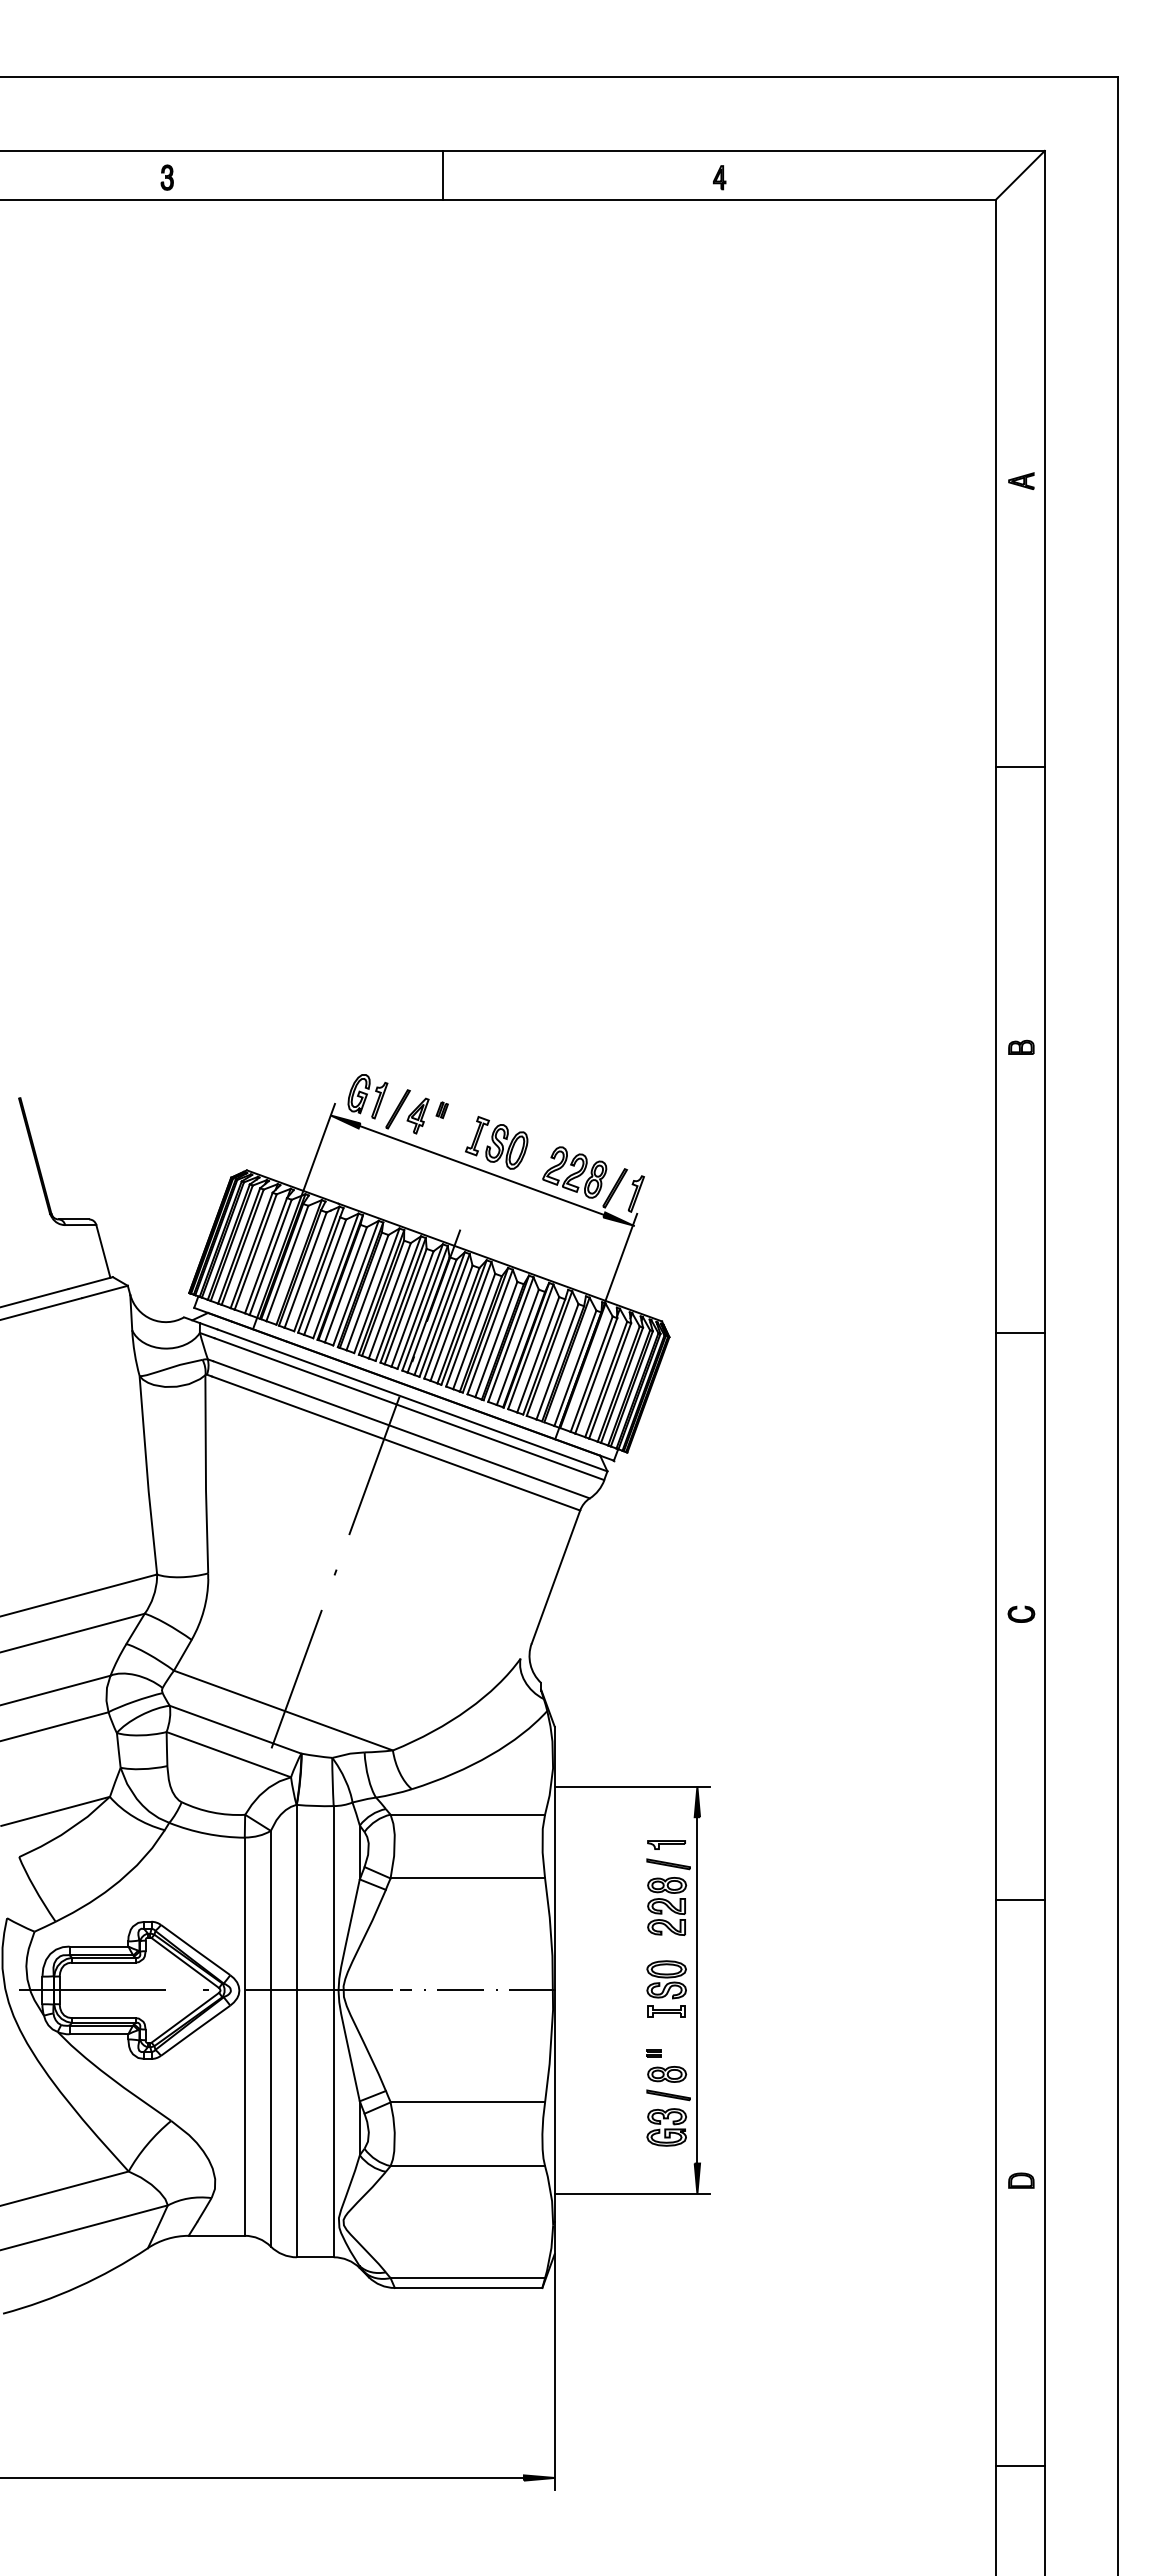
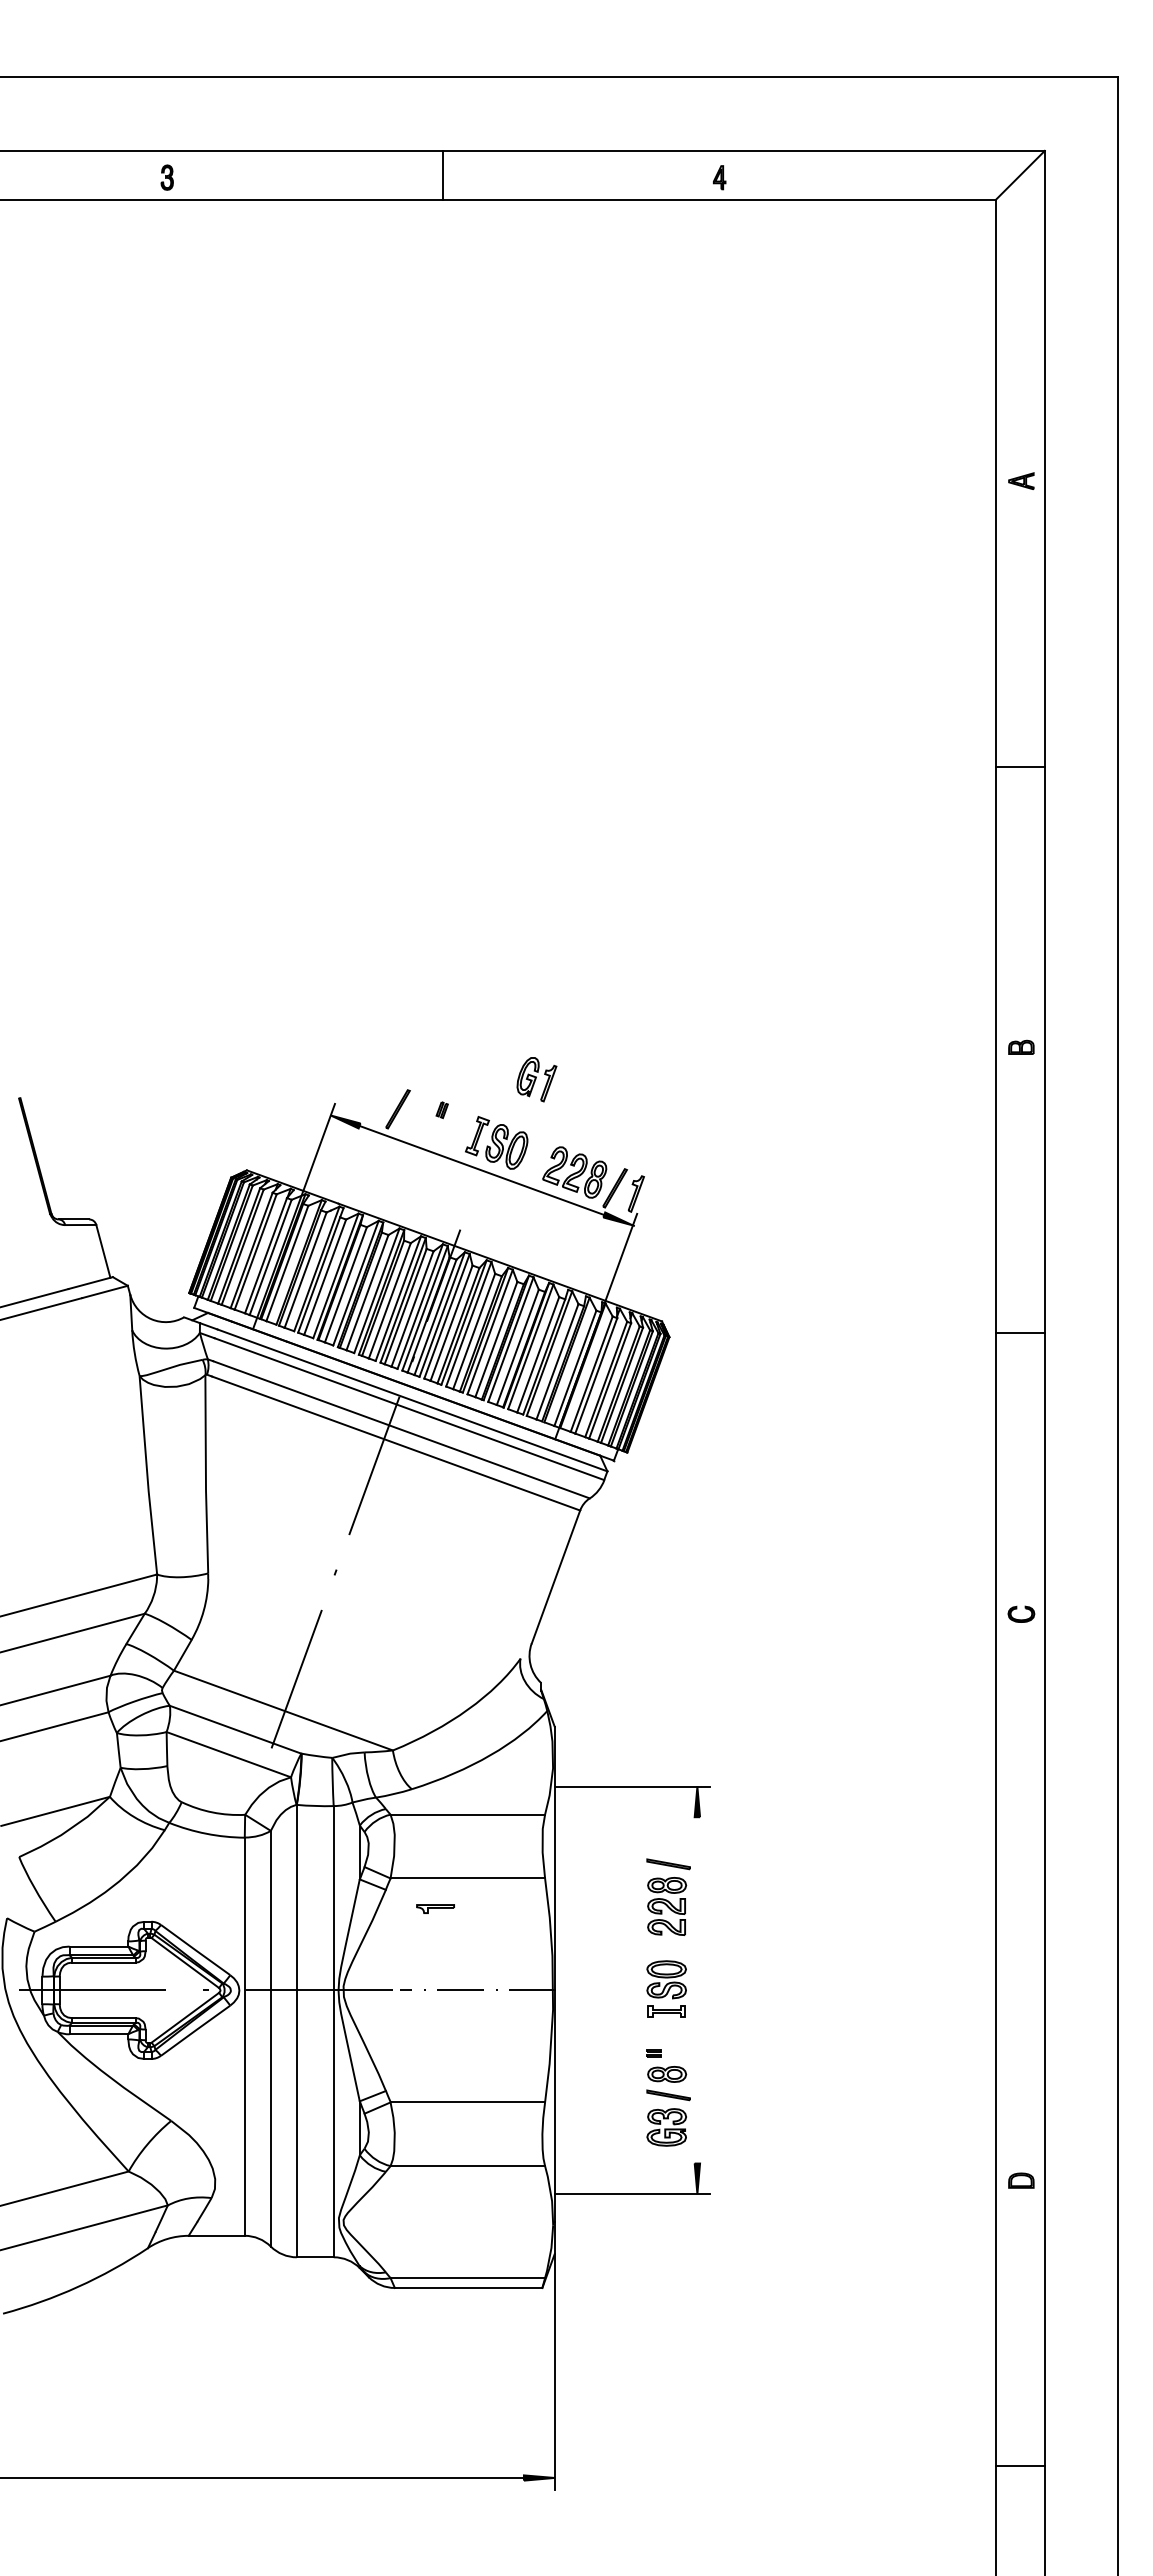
part at (367, 1096) position: (367, 1096) -> (536, 1079)
part at (417, 1115): present -> none
part at (666, 1844) position: (666, 1844) -> (435, 1908)
line at (1019, 1899): present -> none
line at (697, 1990): present -> none
